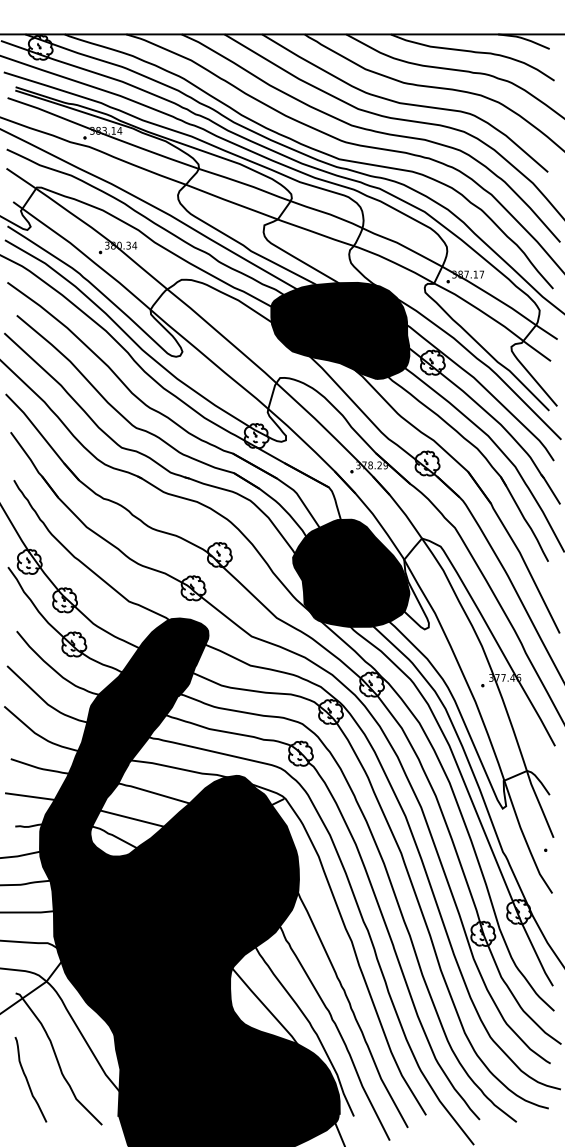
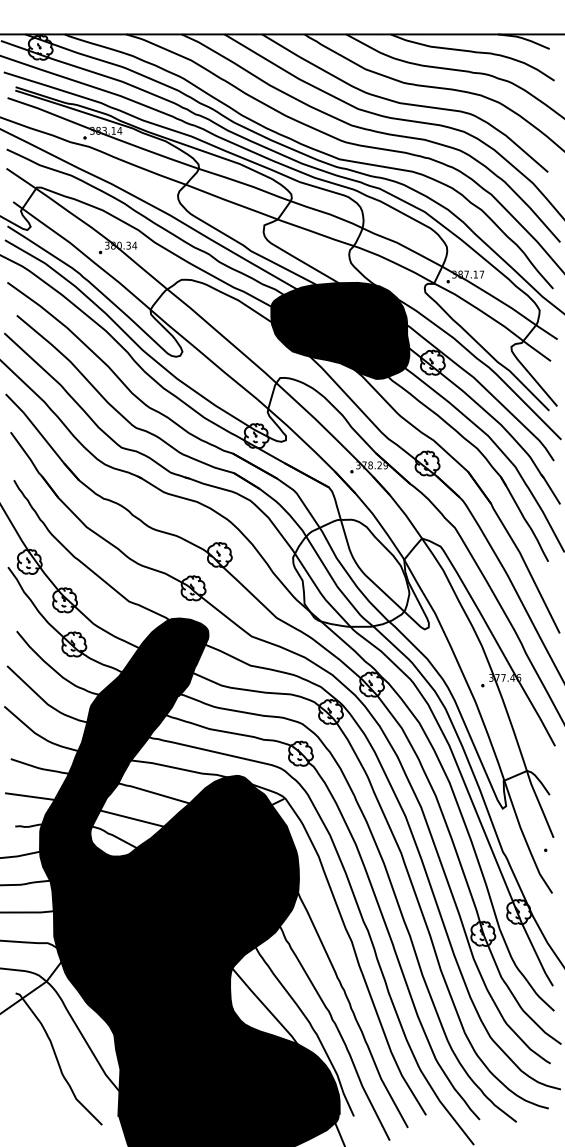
fill at (351, 572): present -> none
curve at (28, 1080): present -> none
